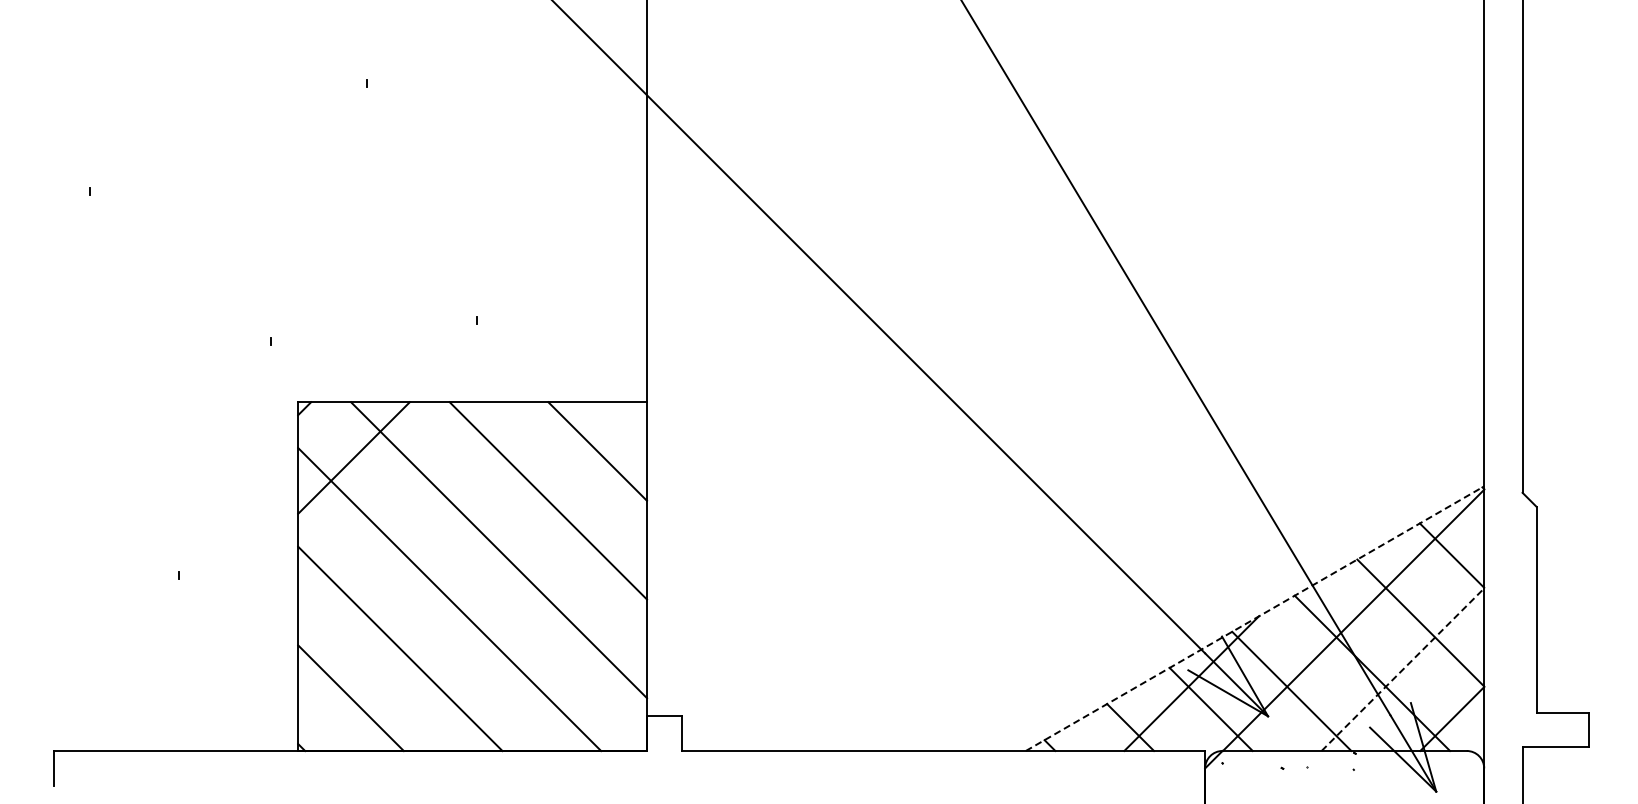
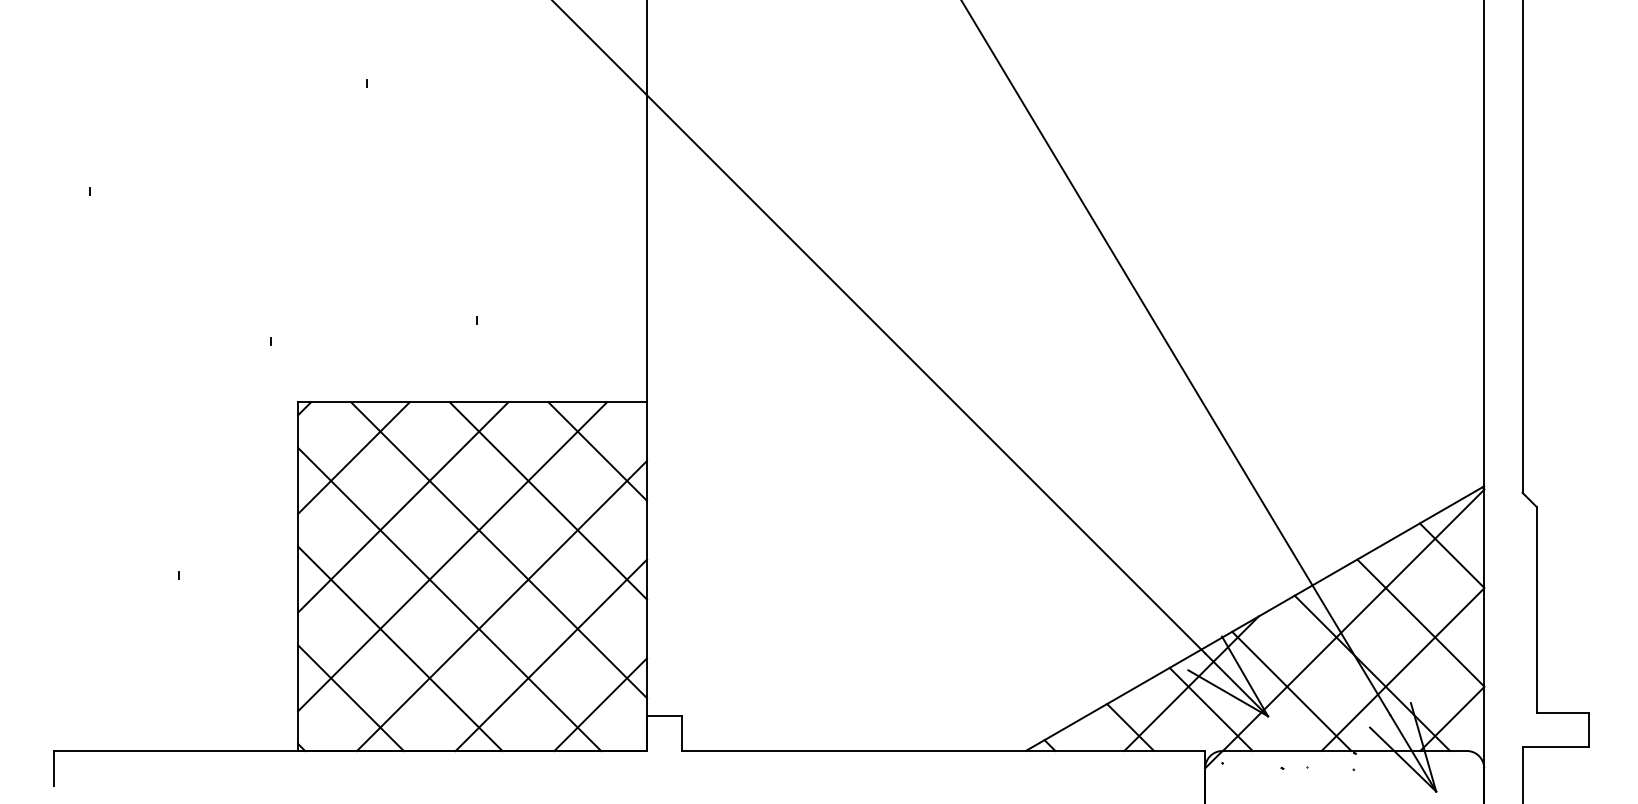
line at (403, 507): none -> present
line at (452, 556): none -> present
line at (502, 606): none -> present
line at (1255, 618): dashed -> solid
line at (551, 655): none -> present
line at (1402, 669): dashed -> solid
line at (600, 704): none -> present
